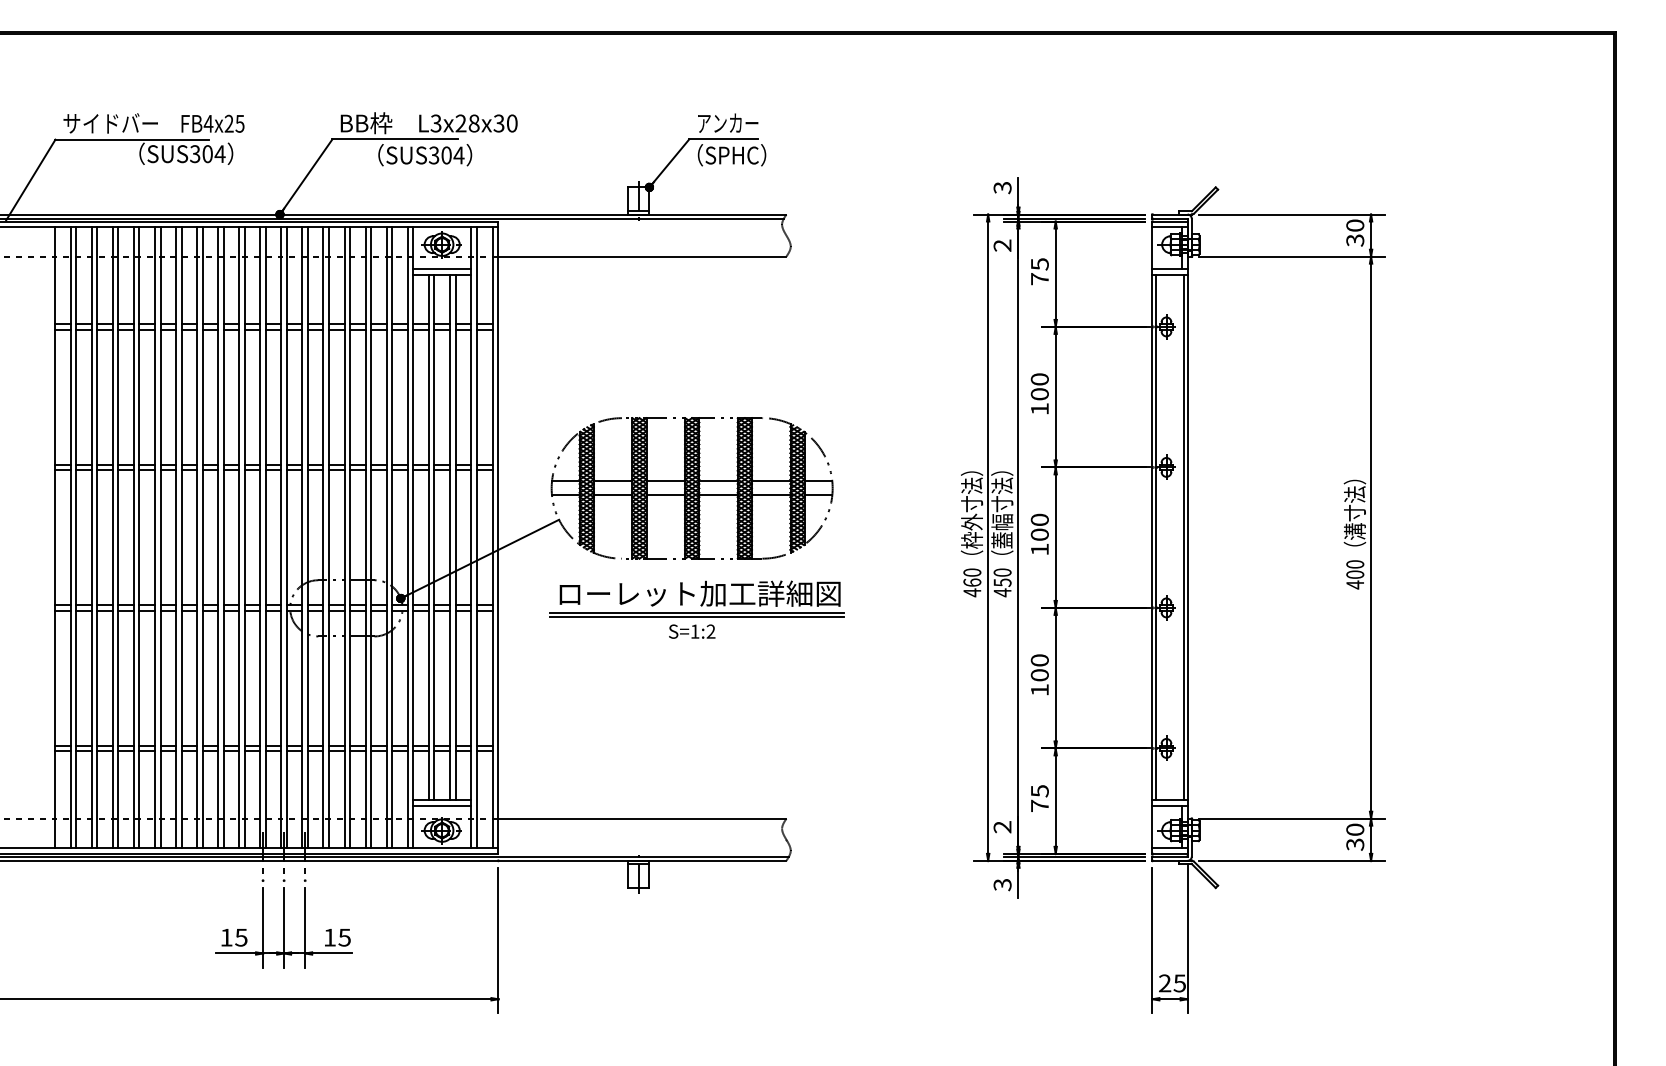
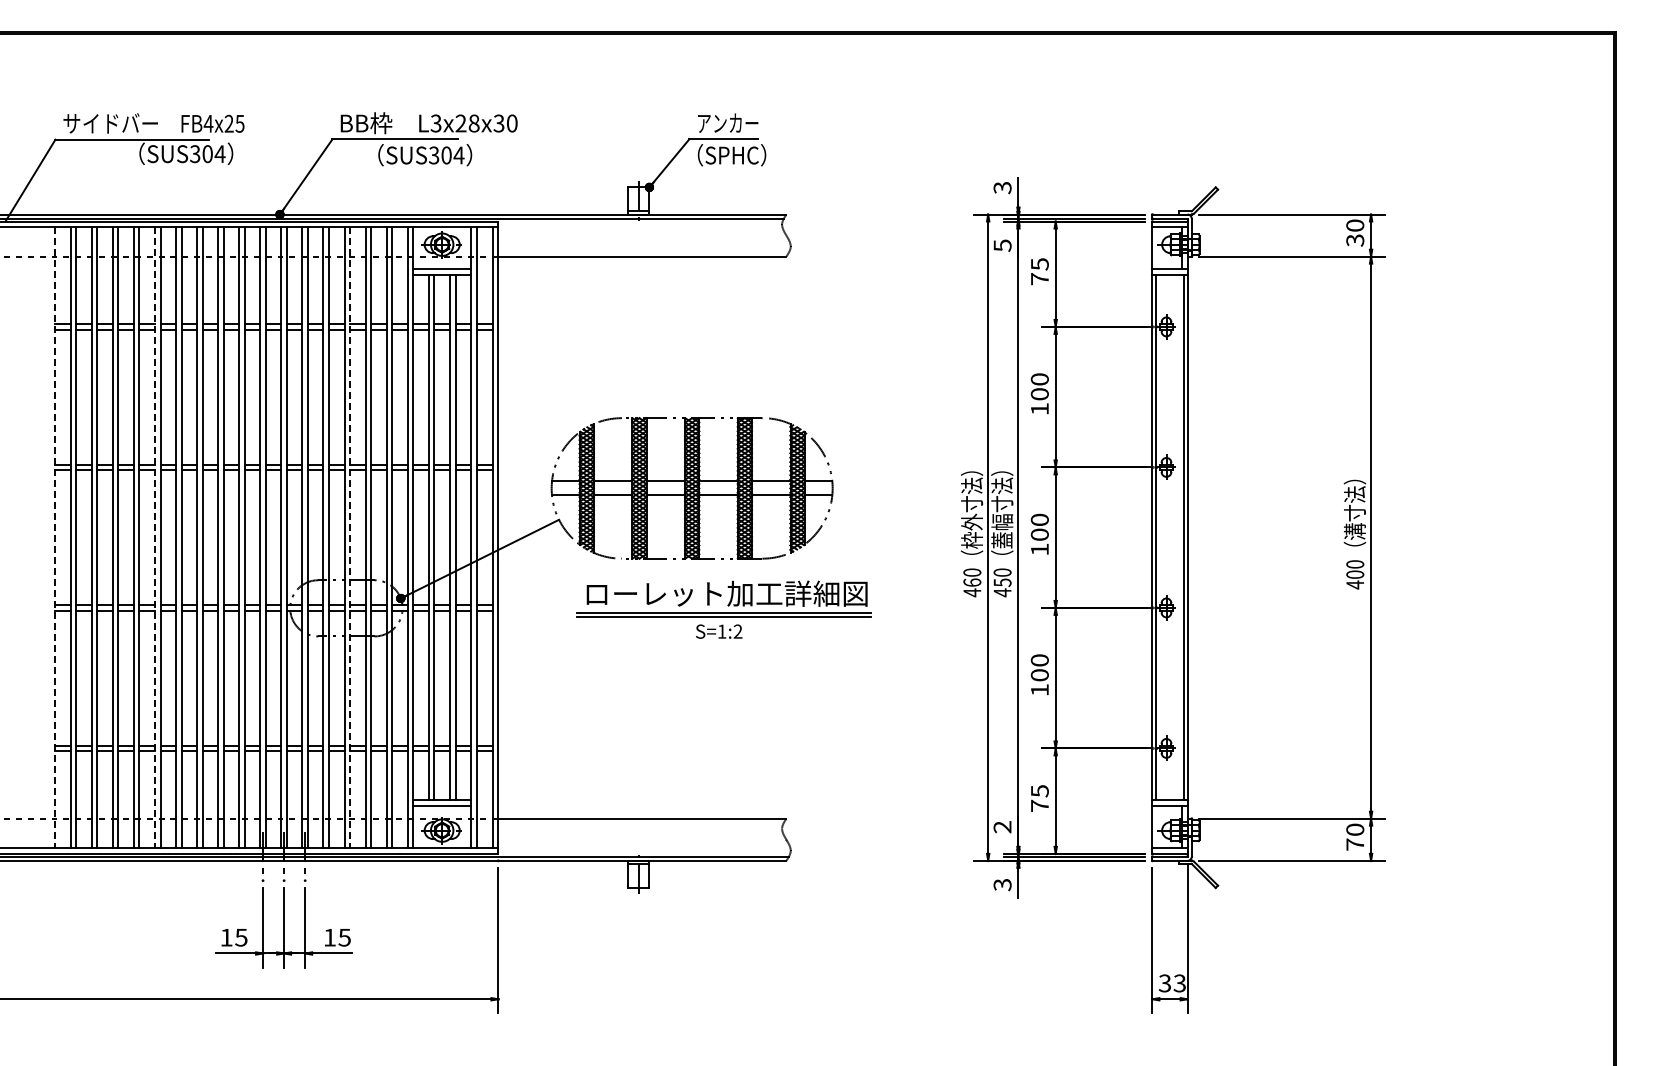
text at (1002, 245): 2 -> 5
line at (55, 537): solid -> dashed
line at (154, 537): solid -> dashed
line at (350, 537): solid -> dashed
part at (696, 609) position: (696, 609) -> (723, 609)
text at (1355, 844): 30 -> 70
text at (1171, 983): 25 -> 33
